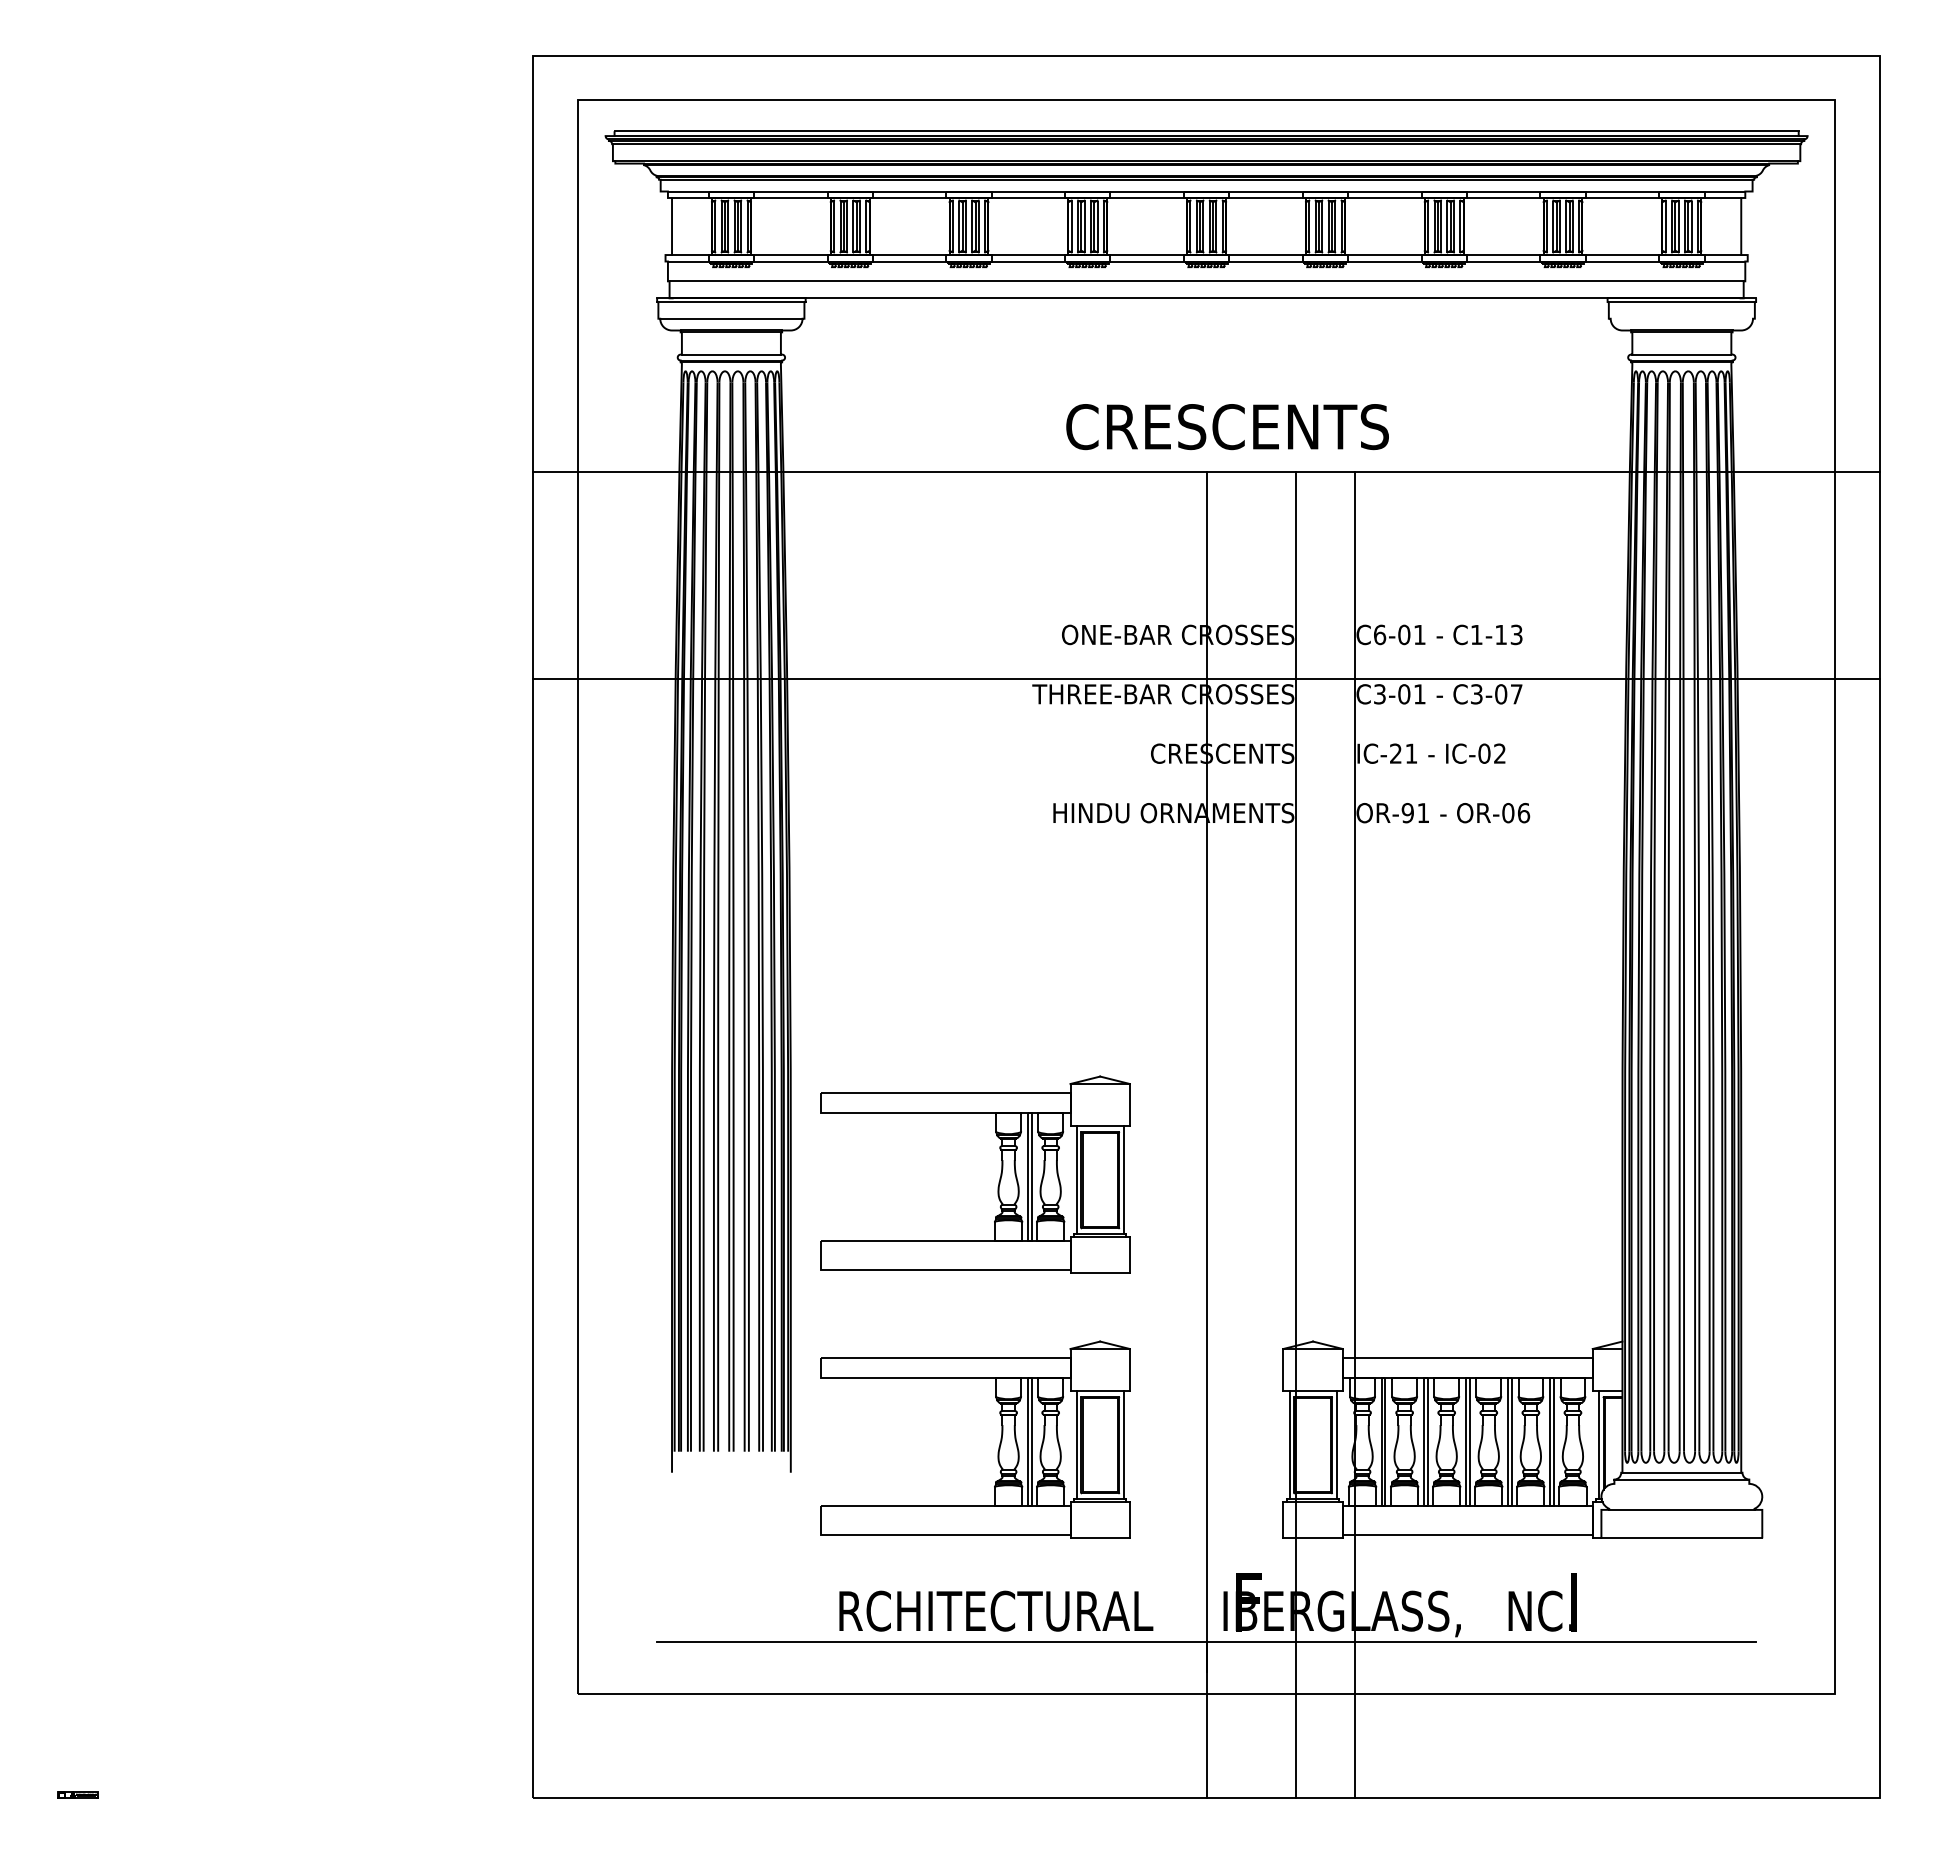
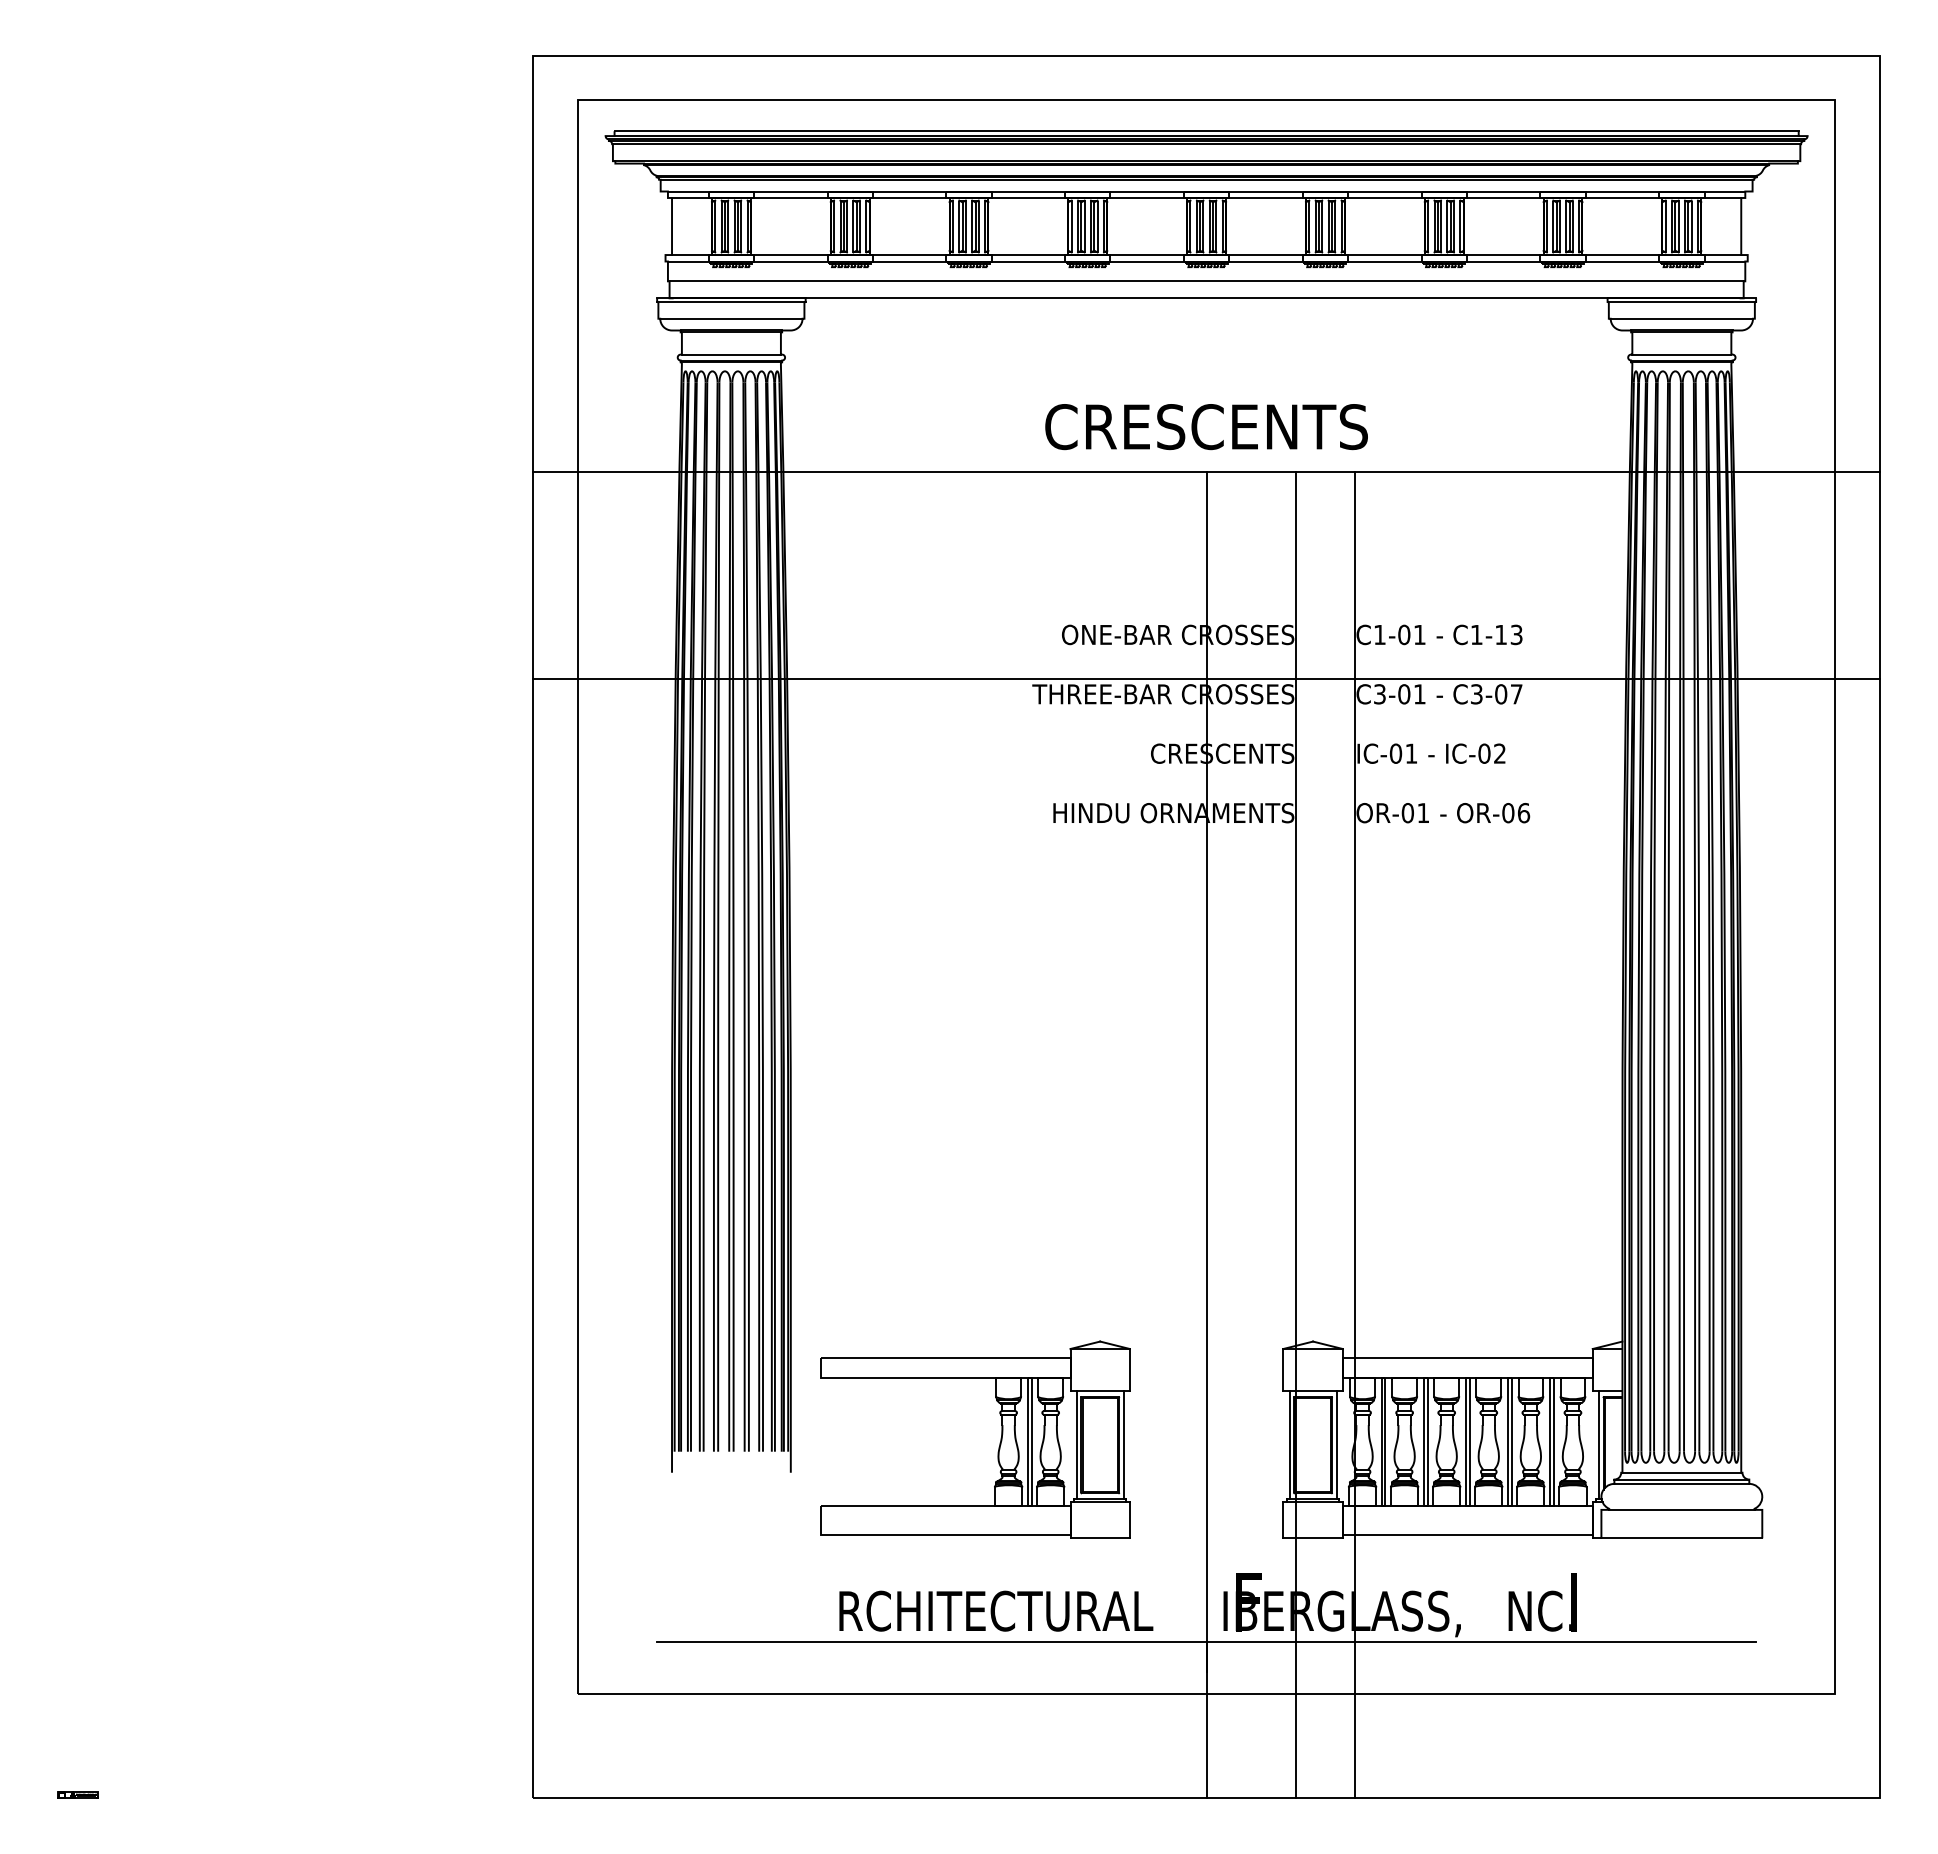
line at (1681, 318): none -> present
text at (1227, 427) position: (1227, 427) -> (1206, 427)
text at (1380, 634): C6-01 -> C1-01
text at (1395, 753): IC-21 -> IC-01
text at (1407, 813): OR-91 -> OR-01
part at (999, 1178): present -> none
line at (1681, 1483): none -> present
